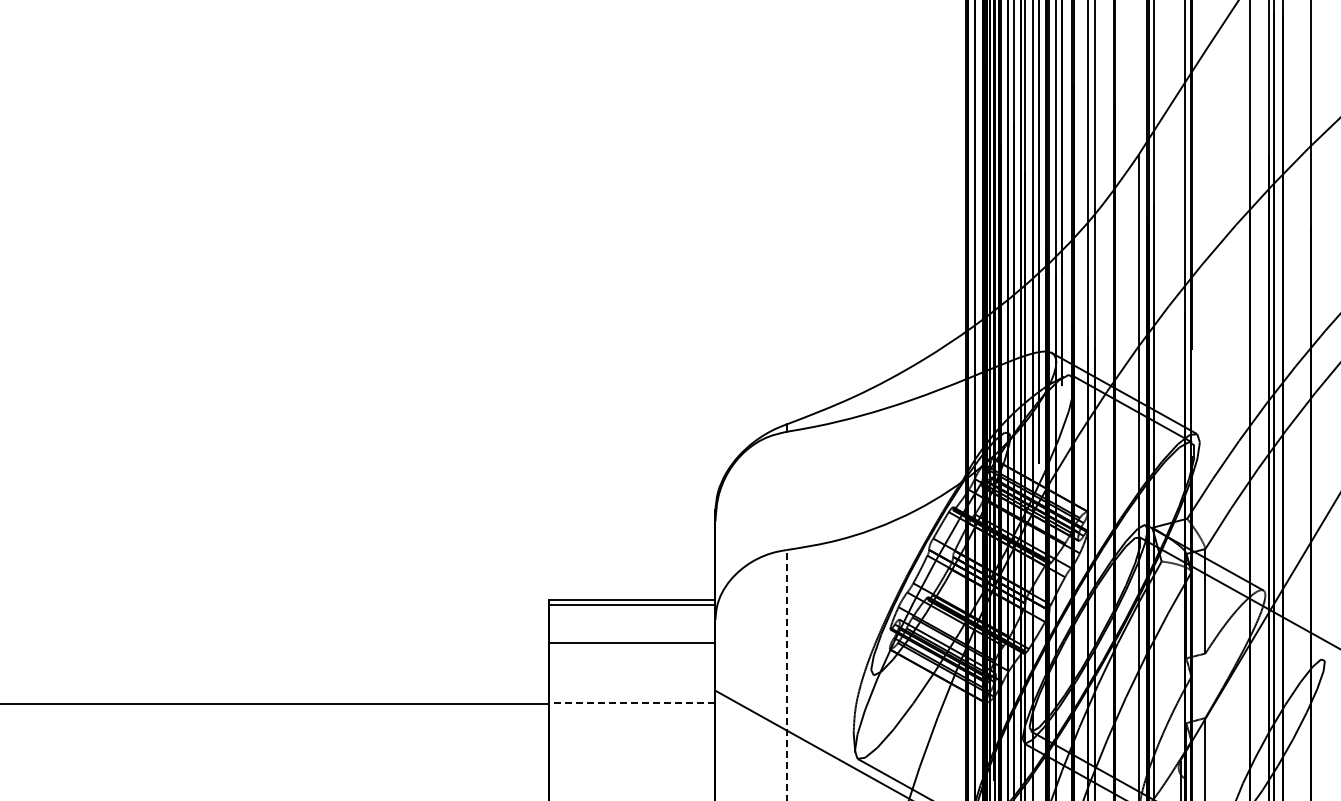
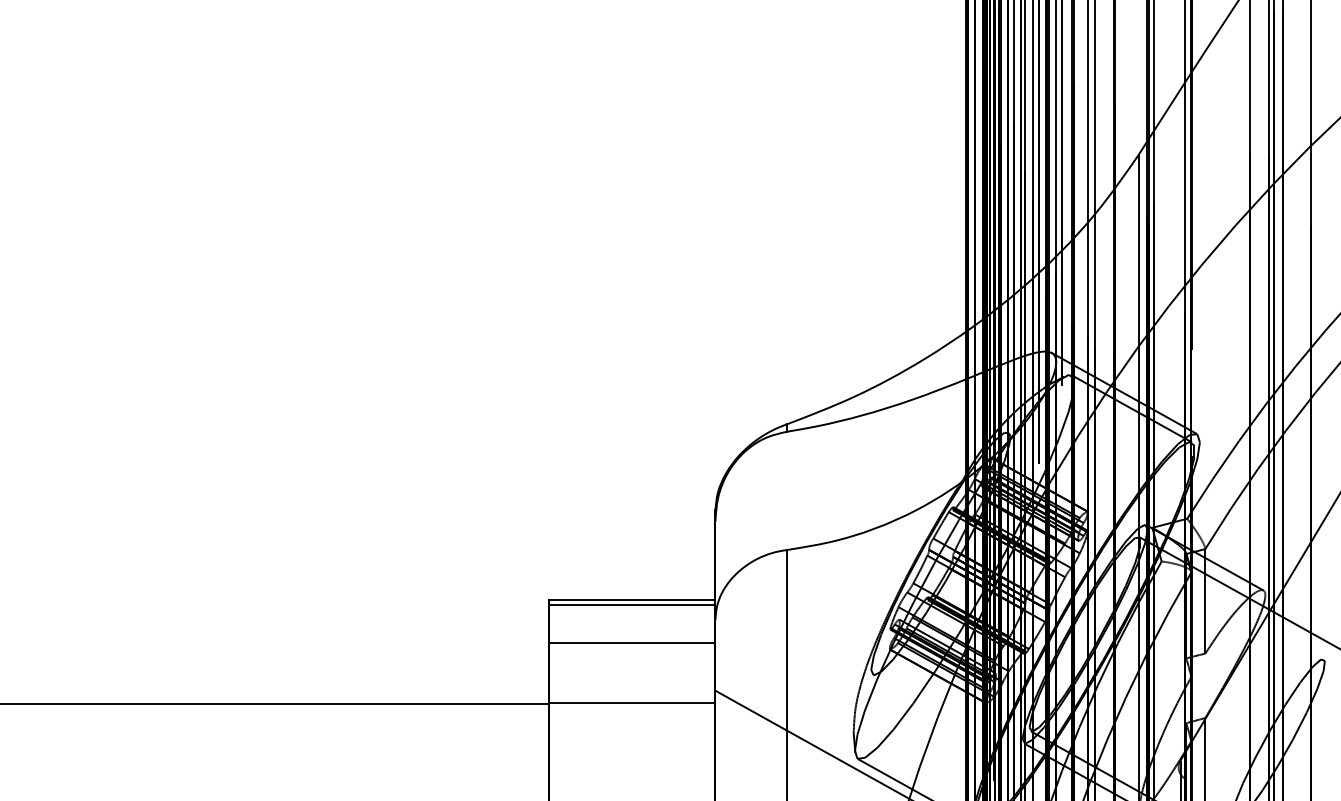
line at (786, 674): dashed -> solid
line at (631, 702): dashed -> solid
